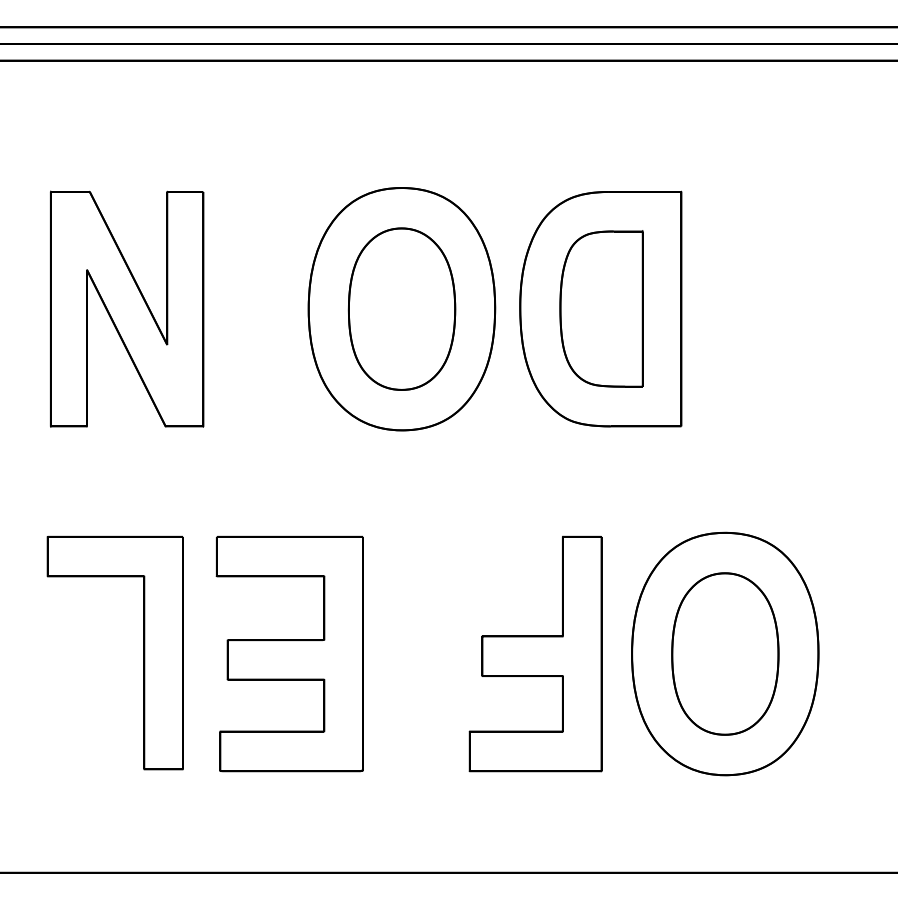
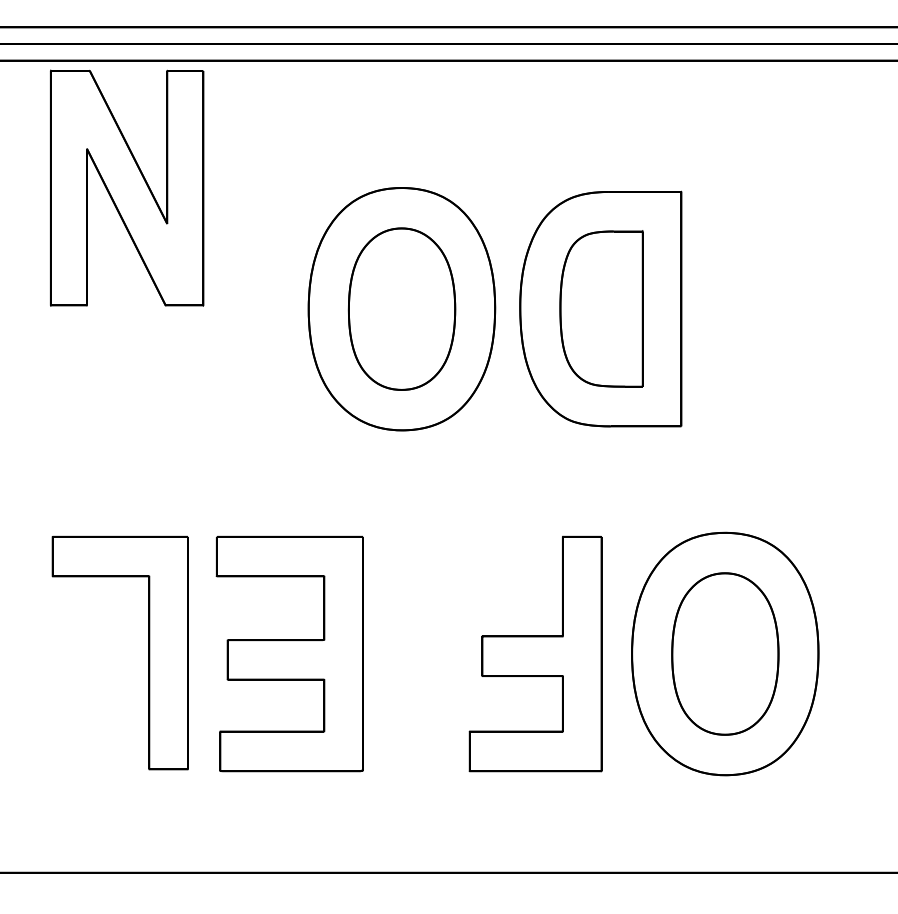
part at (127, 308) position: (127, 308) -> (127, 187)
part at (143, 652) position: (143, 652) -> (148, 652)
